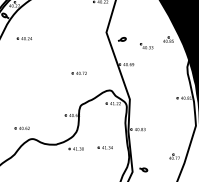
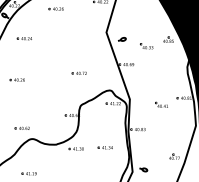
part at (55, 8): none -> present
part at (16, 79): none -> present
part at (161, 104): none -> present
part at (28, 173): none -> present
